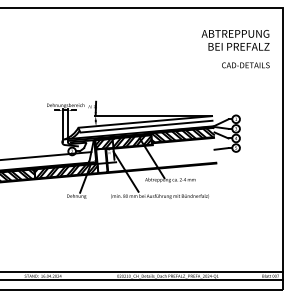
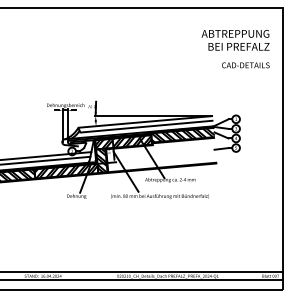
line at (46, 160): none -> present
hatch at (101, 160): none -> present
